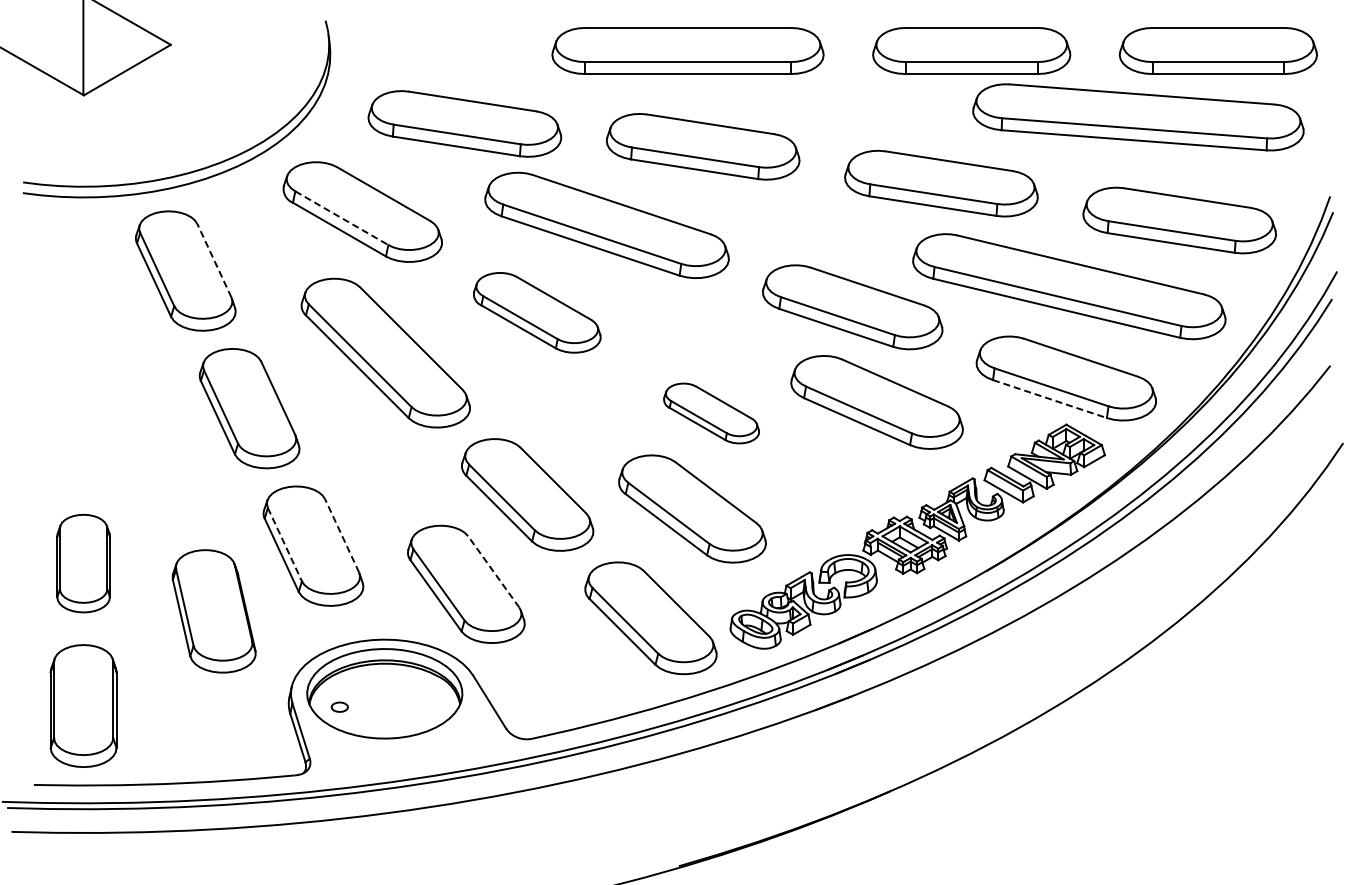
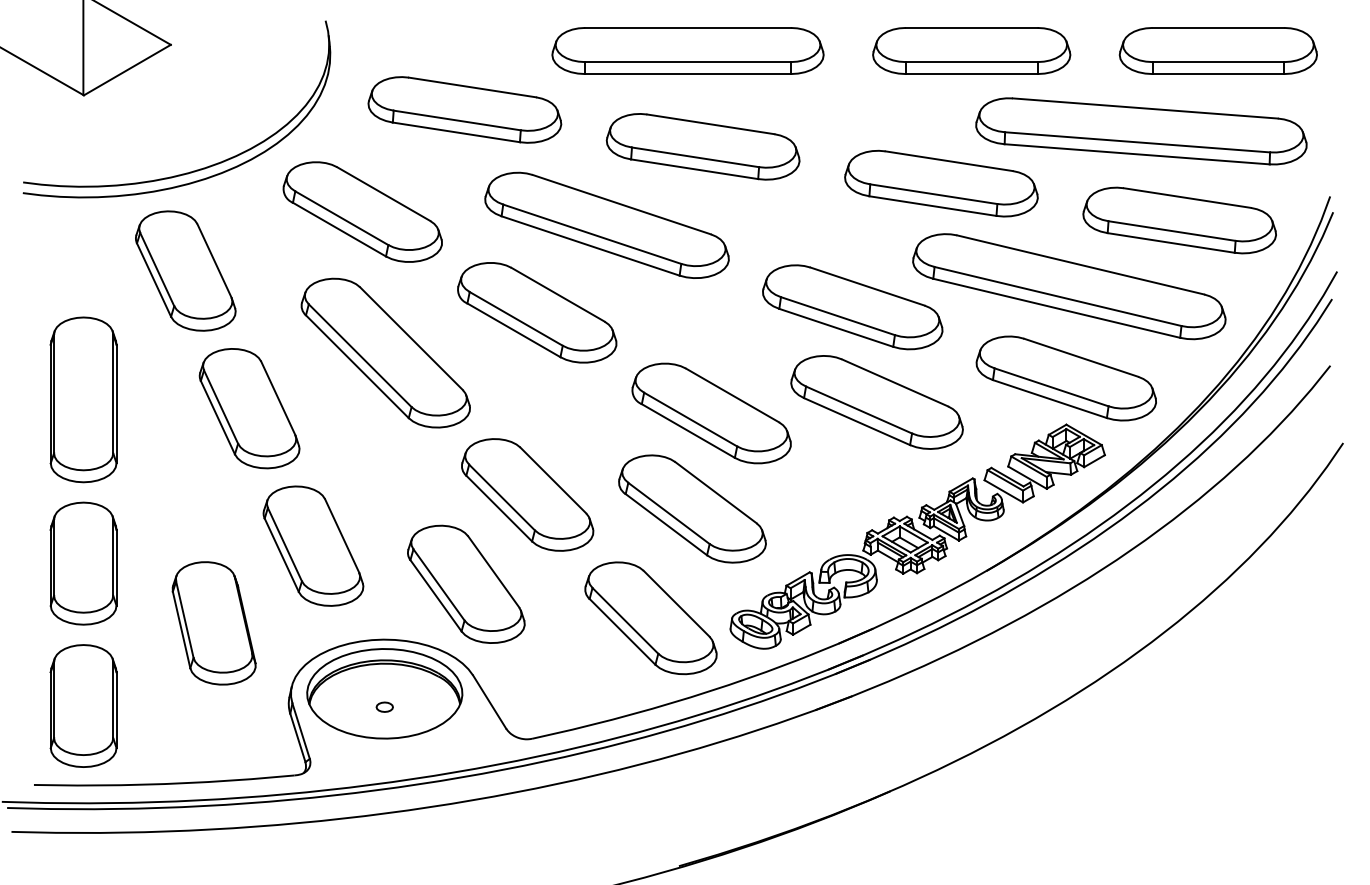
part at (1138, 117) position: (1138, 117) -> (1141, 131)
part at (464, 123) position: (464, 123) -> (464, 109)
line at (341, 218): dashed -> solid
line at (214, 260): dashed -> solid
part at (537, 312) size: 129x82 px -> 161x102 px
part at (83, 399): none -> present
line at (1050, 399): dashed -> solid
part at (711, 413) size: 97x63 px -> 161x103 px
line at (341, 535): dashed -> solid
line at (285, 545): dashed -> solid
part at (83, 563) size: 55x101 px -> 69x125 px
line at (493, 571): dashed -> solid
part at (213, 611) position: (213, 611) -> (213, 623)
part at (339, 706) position: (339, 706) -> (384, 706)
